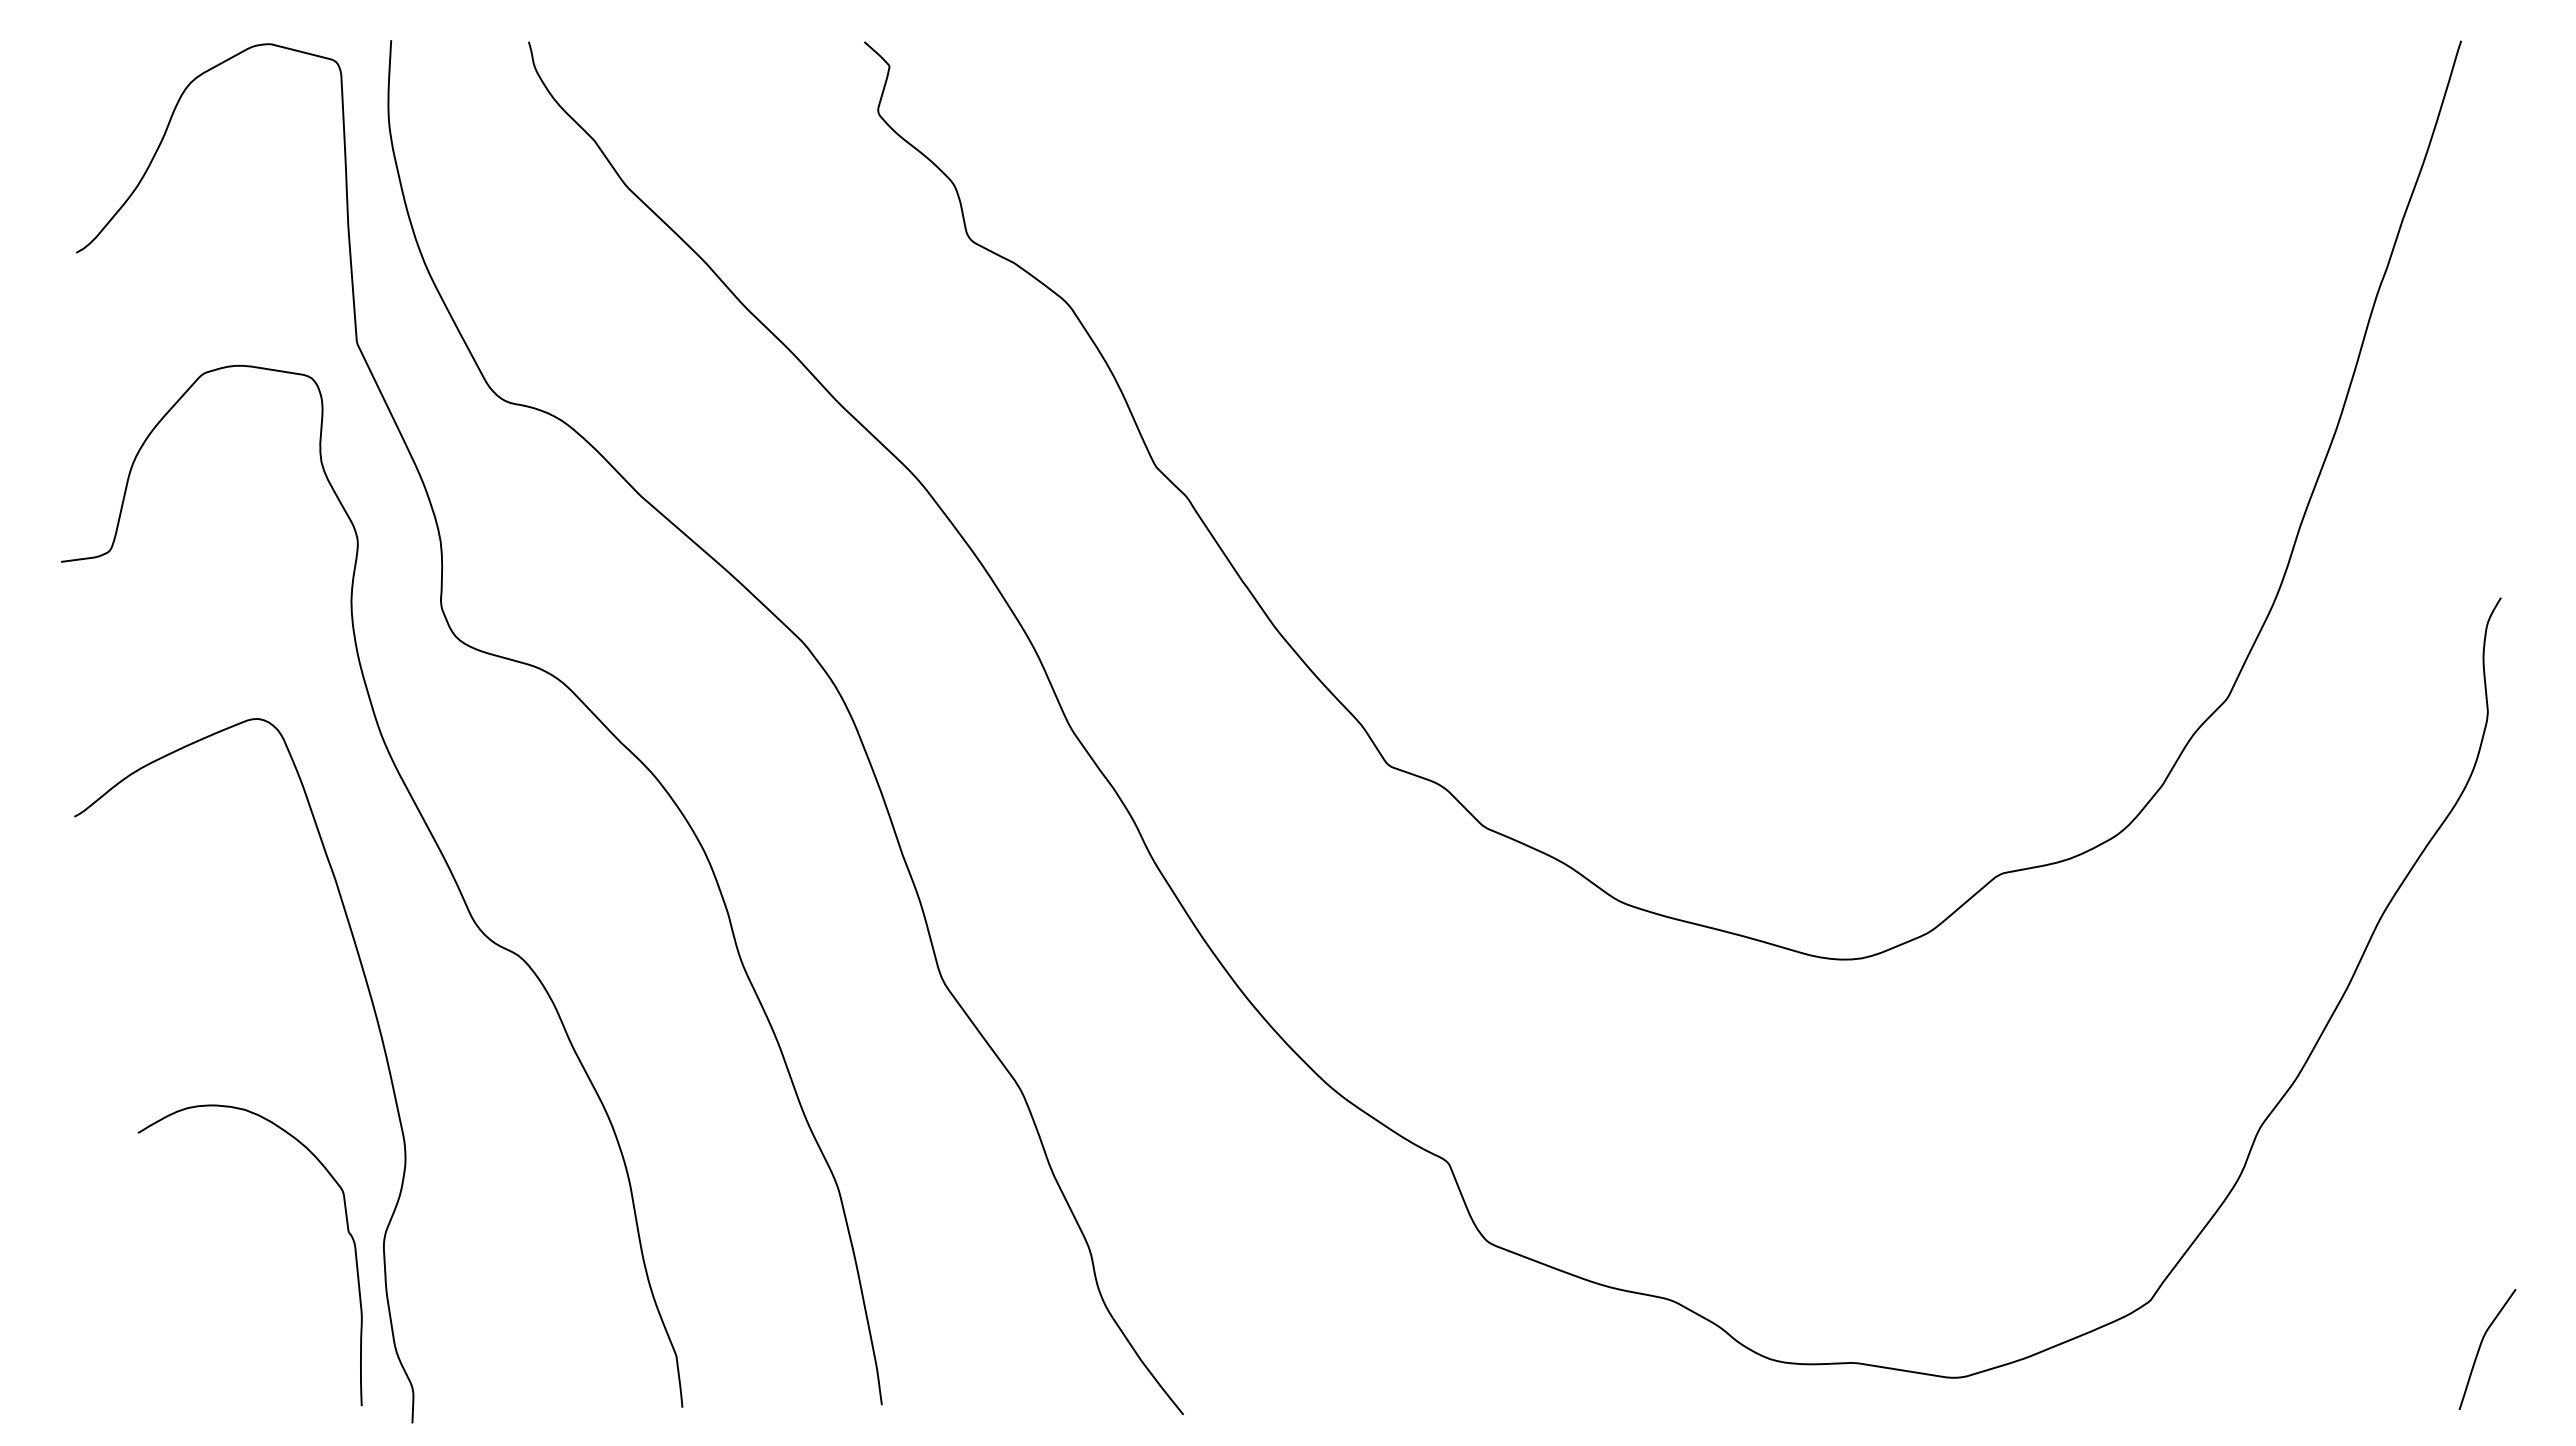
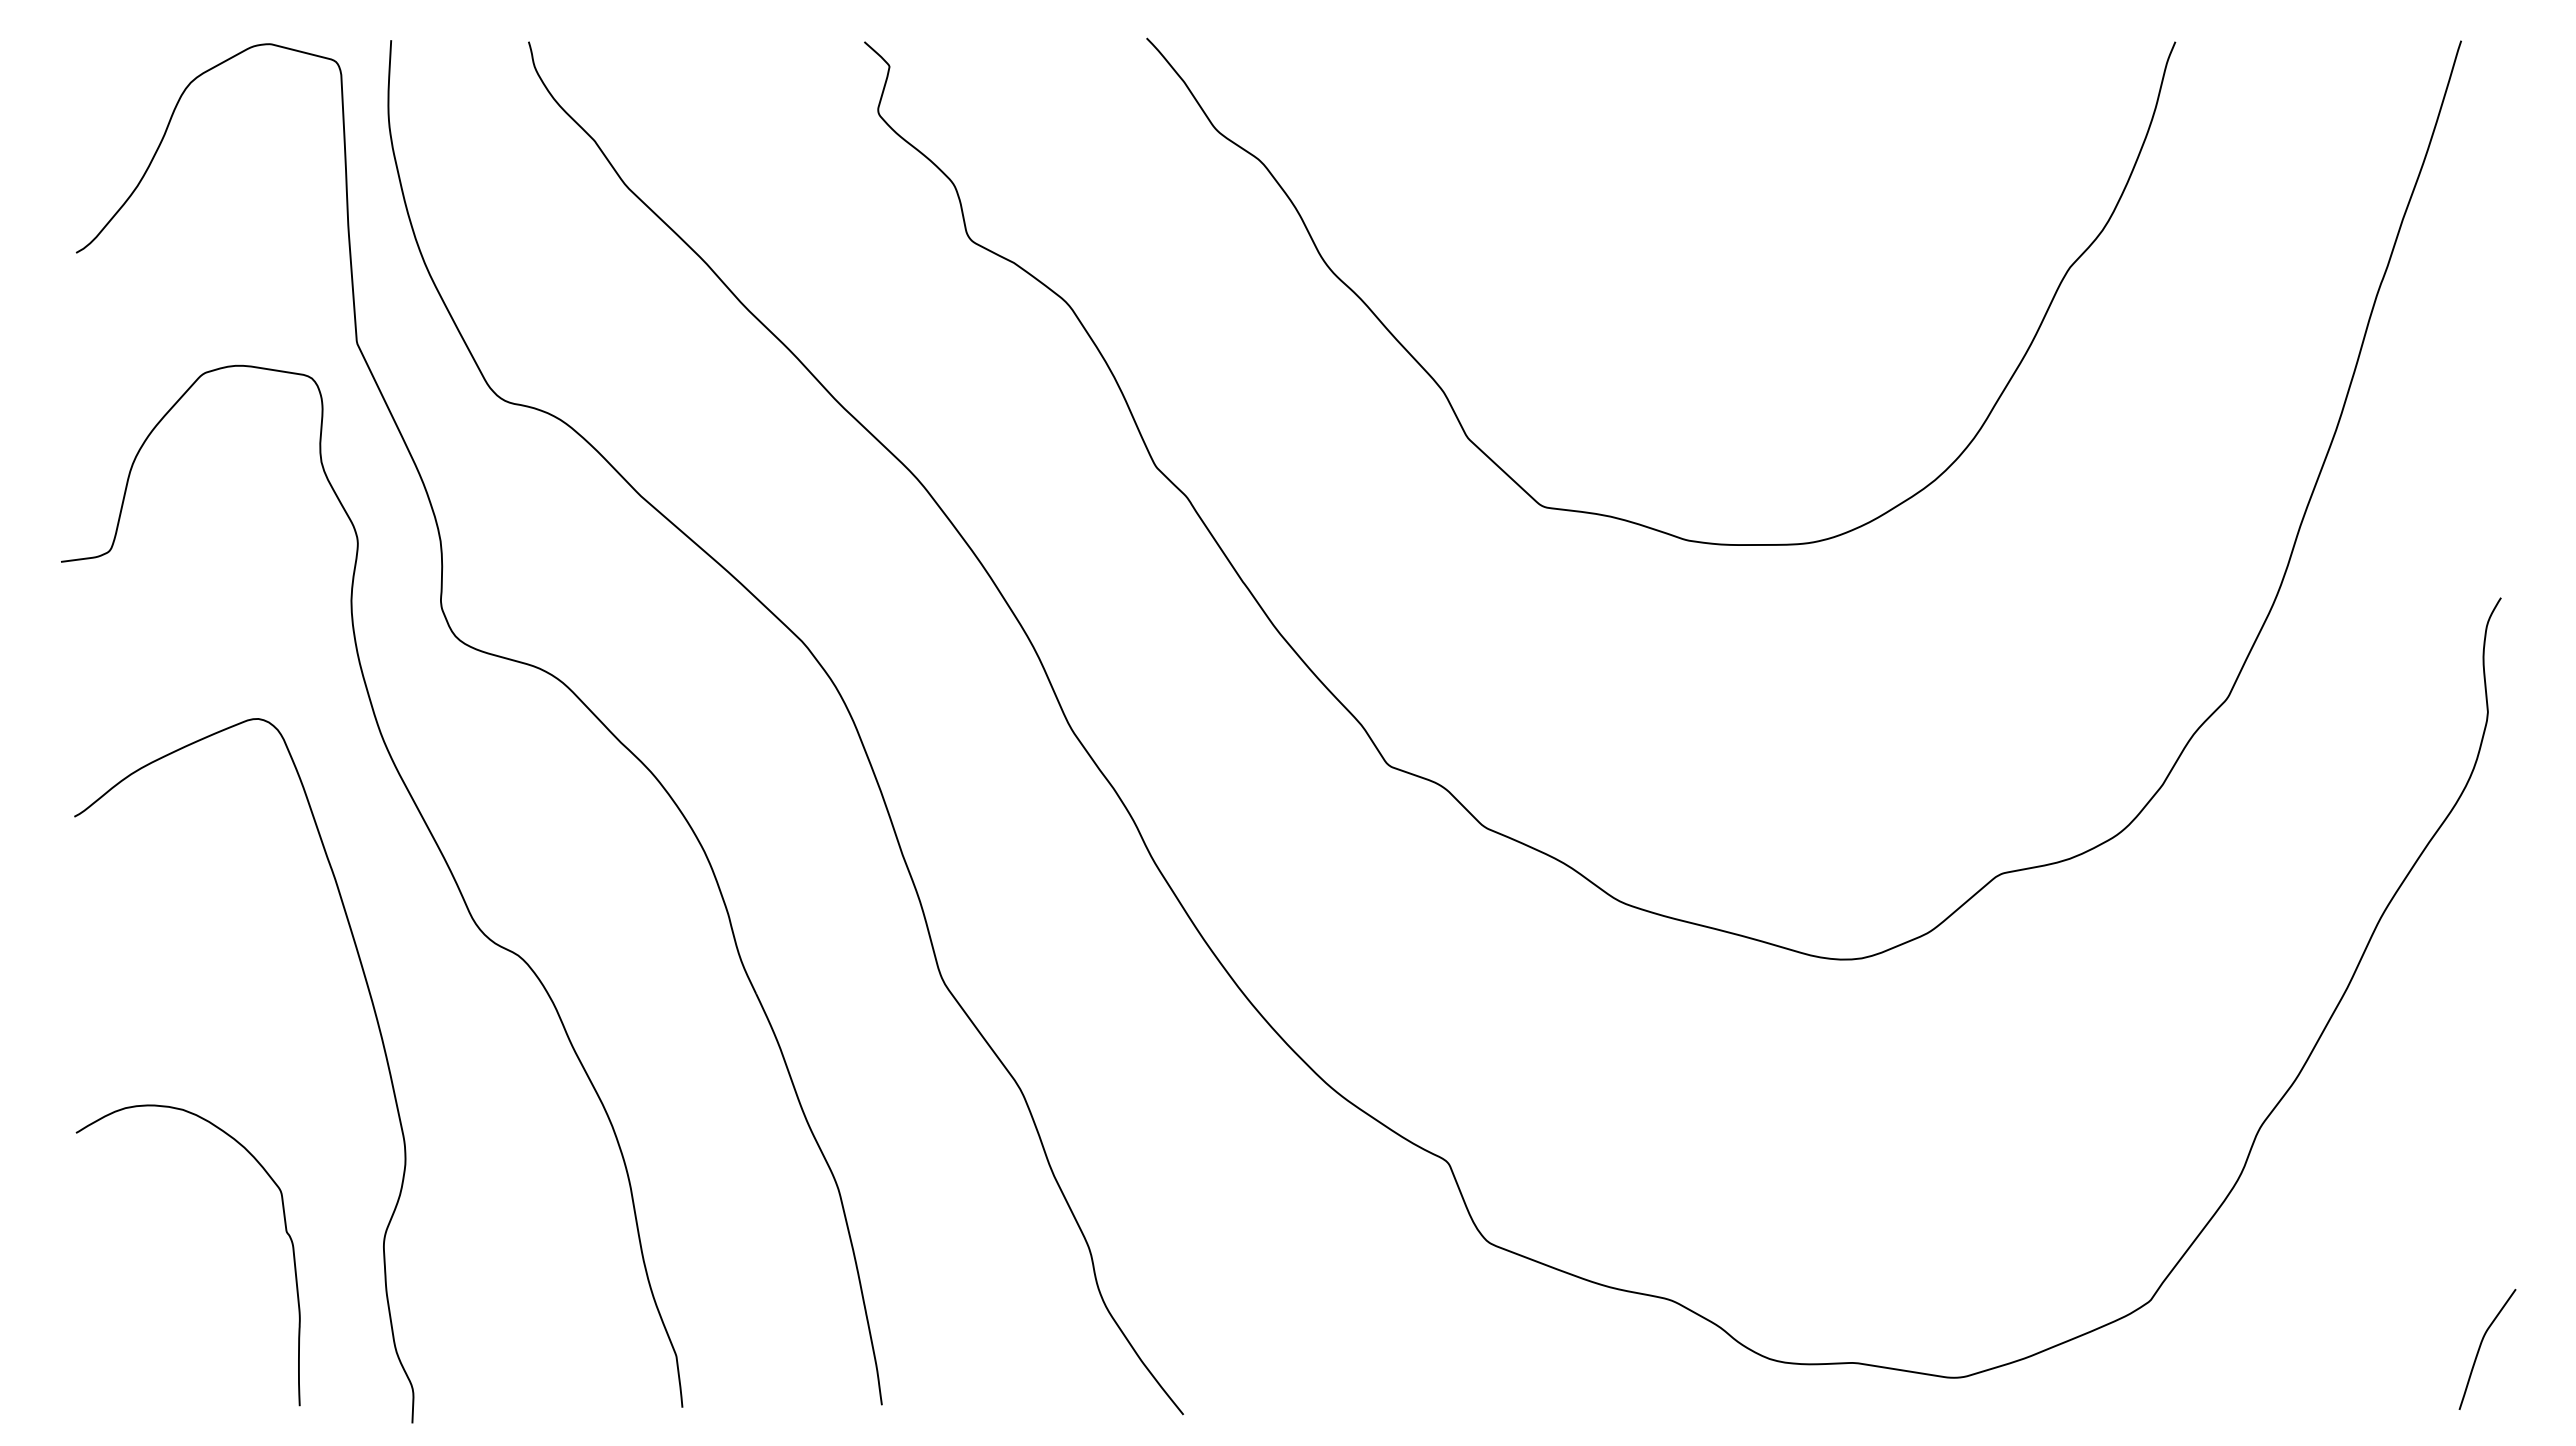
curve at (1610, 515): none -> present
curve at (347, 1231) position: (347, 1231) -> (285, 1231)
